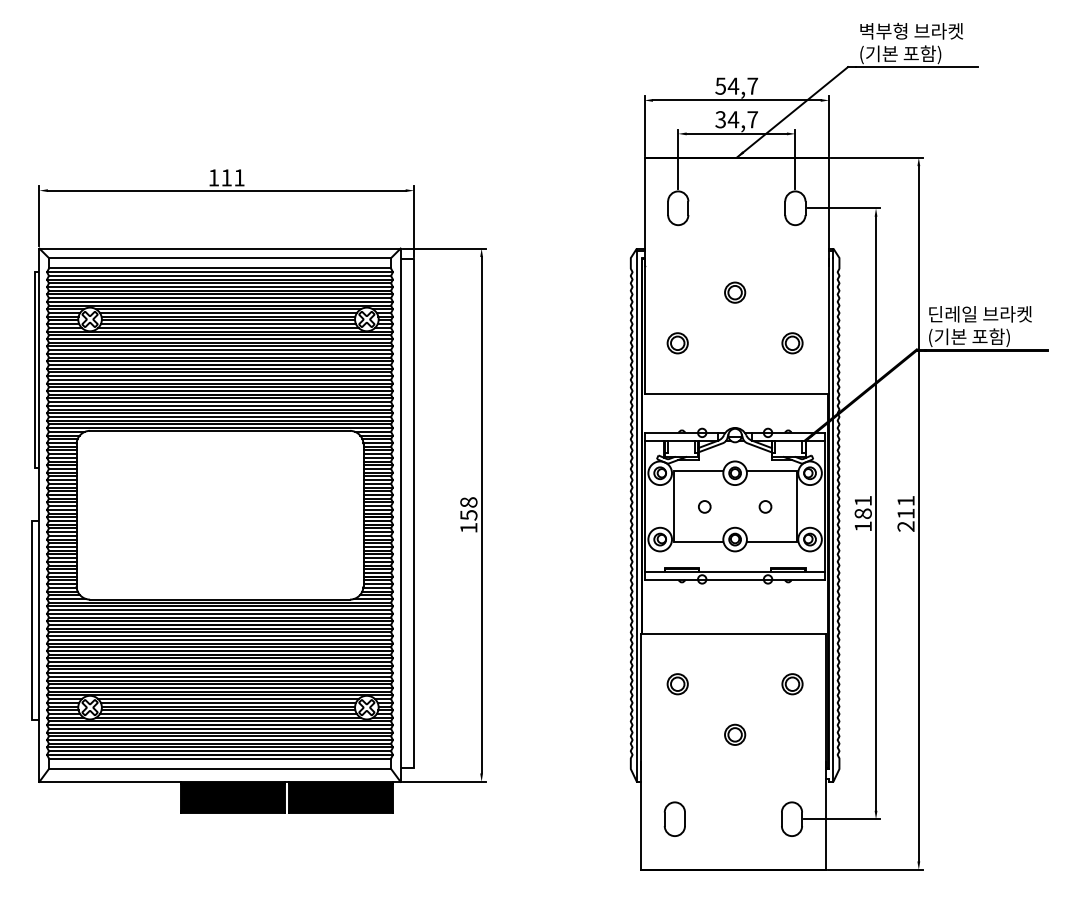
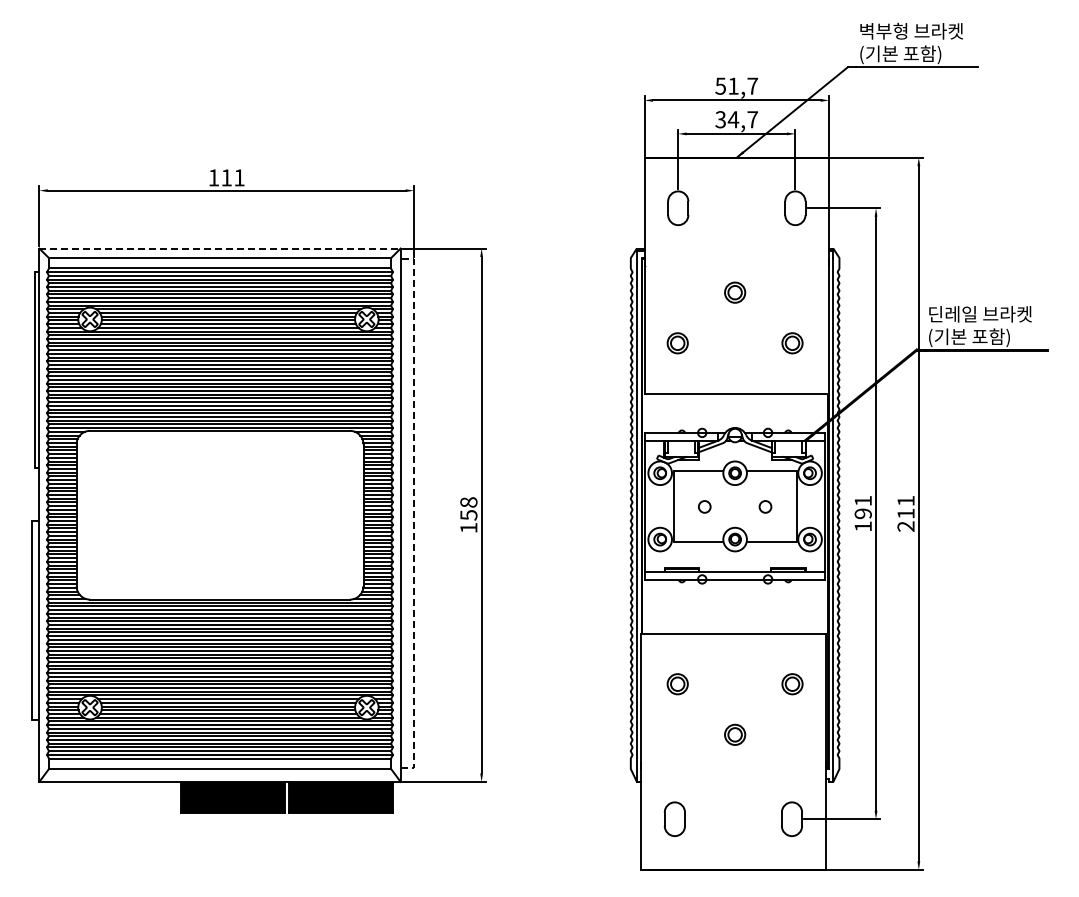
text at (733, 85): 54,7 -> 51,7
line at (220, 248): solid -> dashed
line at (414, 513): solid -> dashed
text at (862, 513): 181 -> 191
